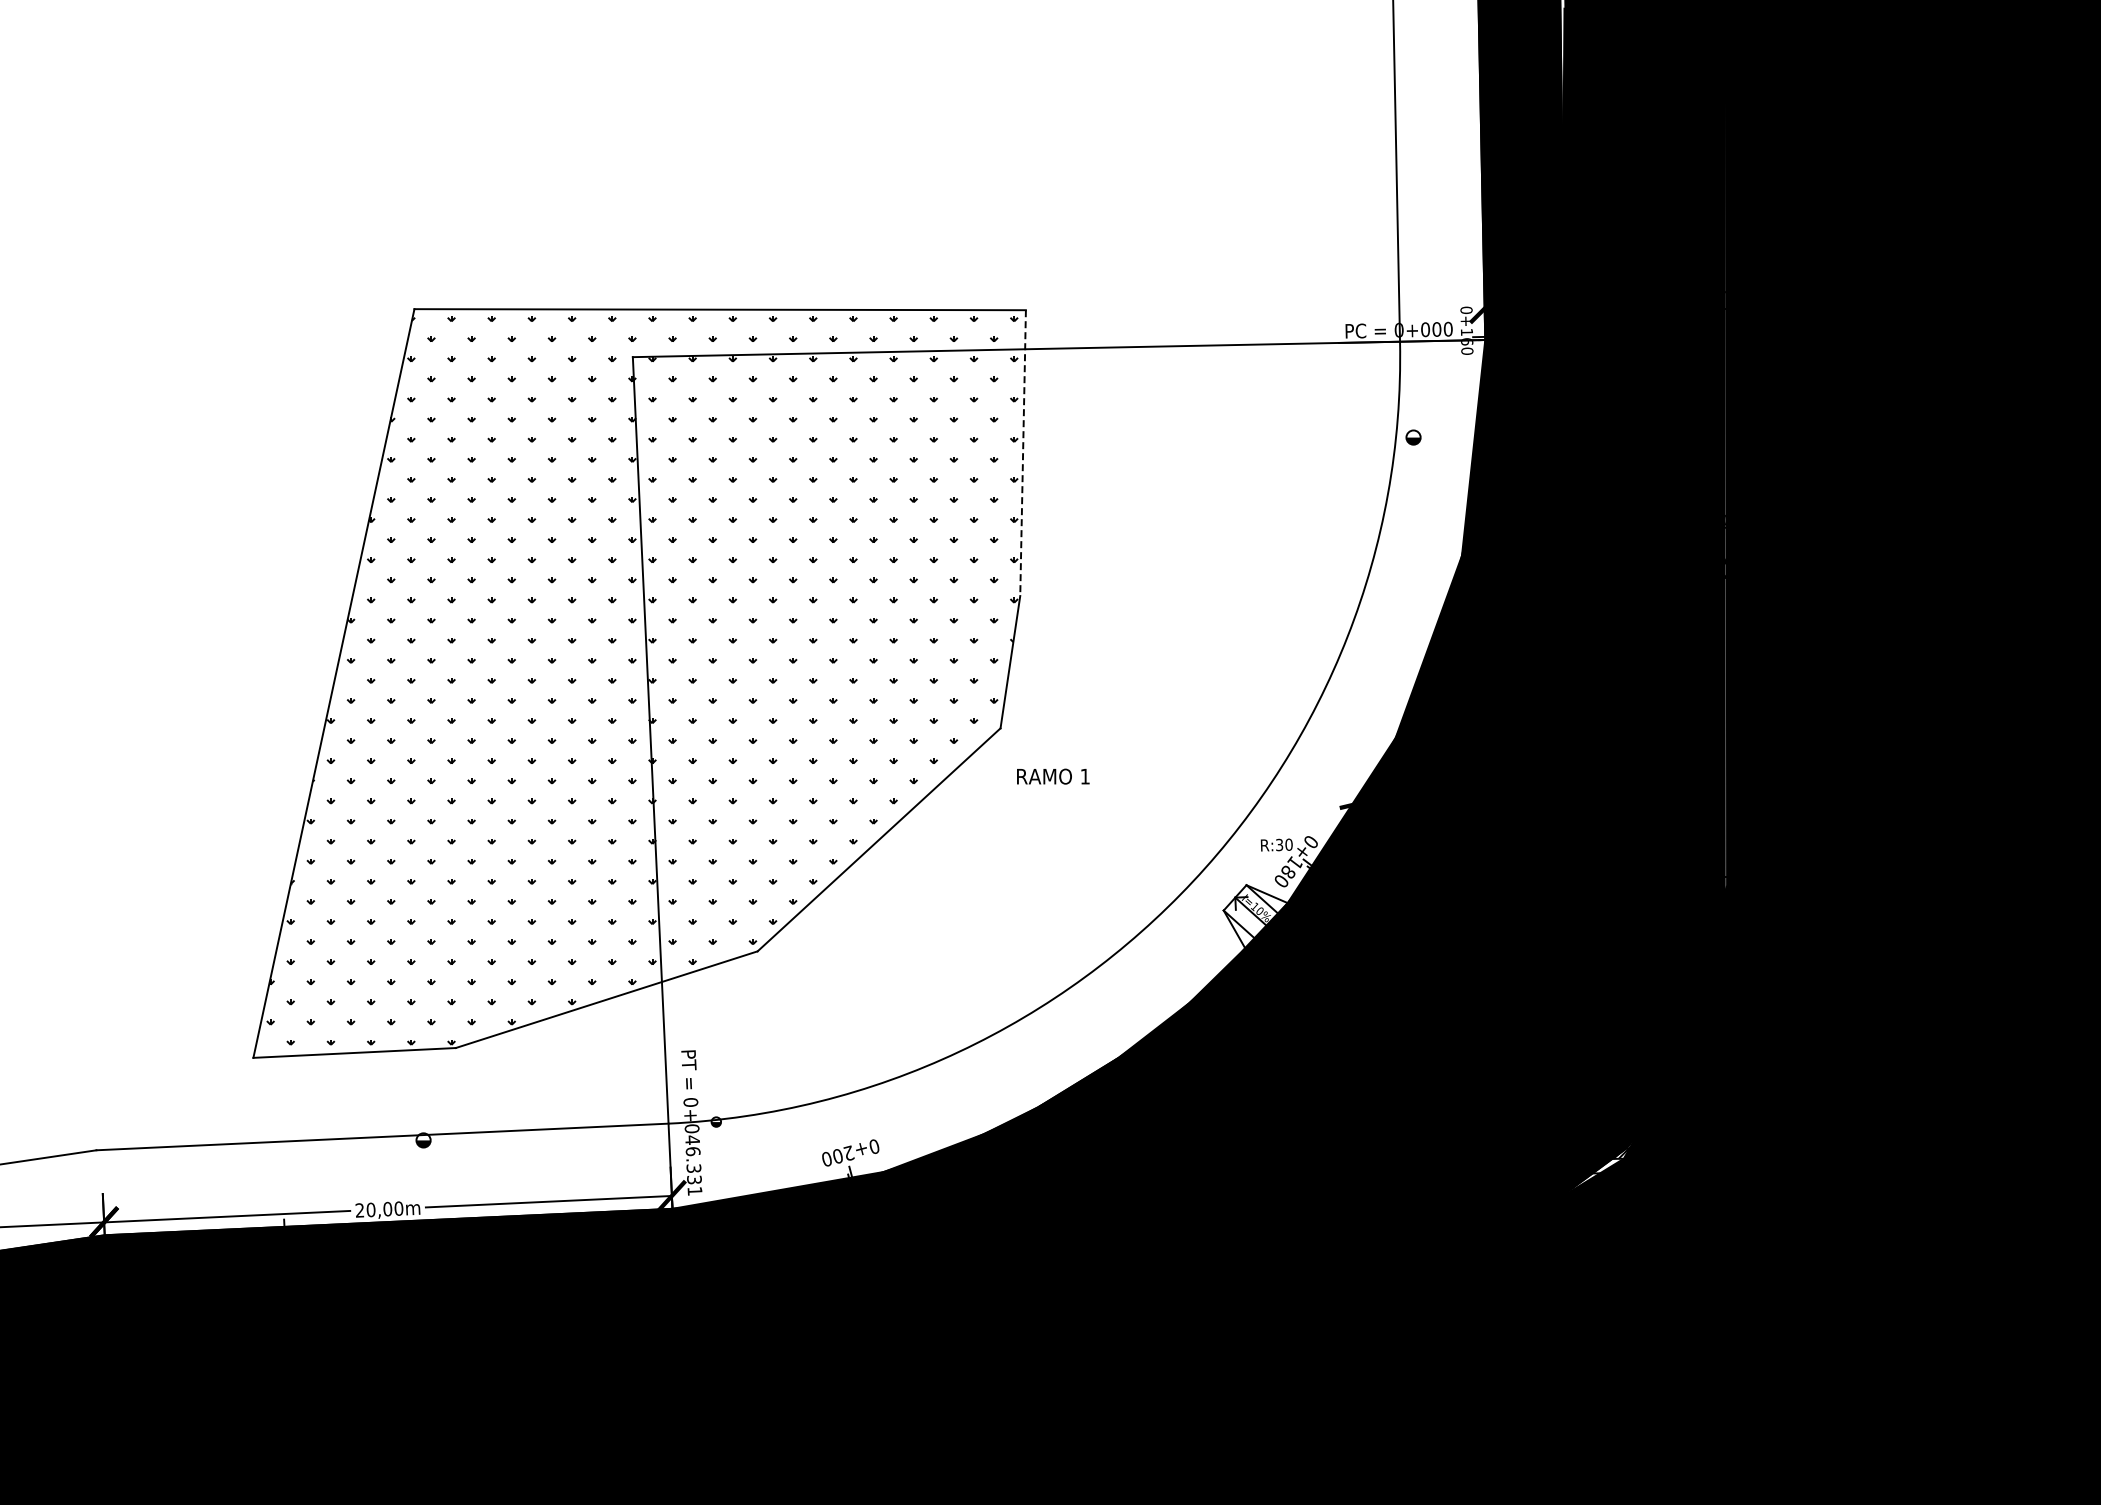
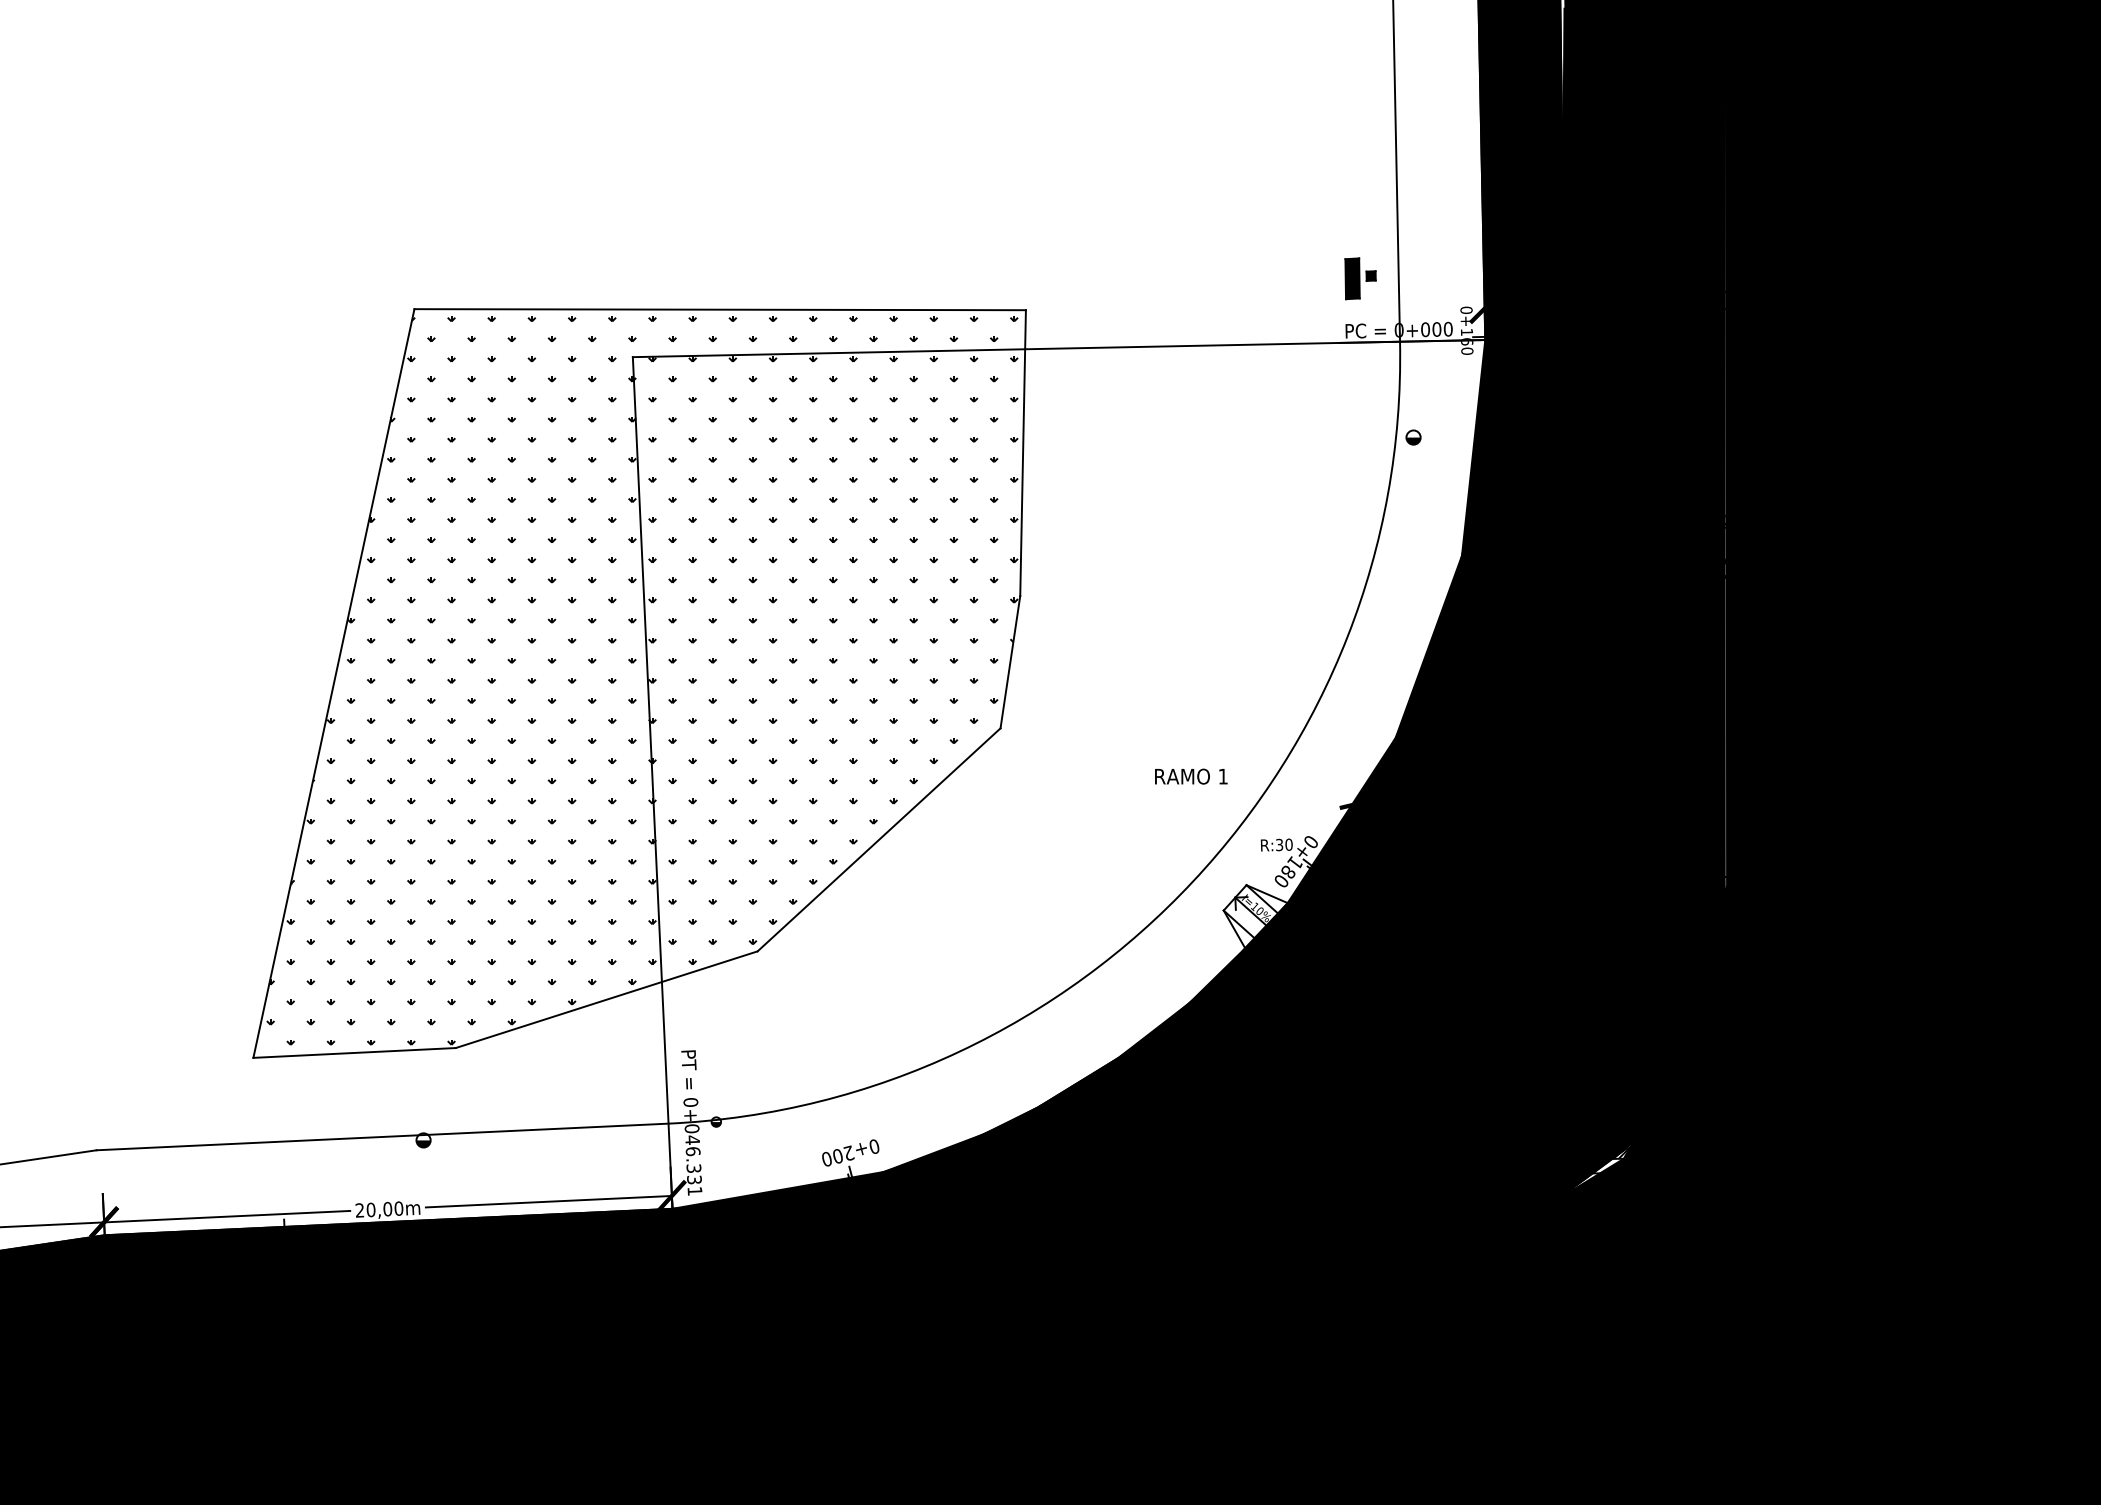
part at (1360, 278): none -> present
line at (1023, 453): dashed -> solid
text at (1053, 776) position: (1053, 776) -> (1191, 776)
